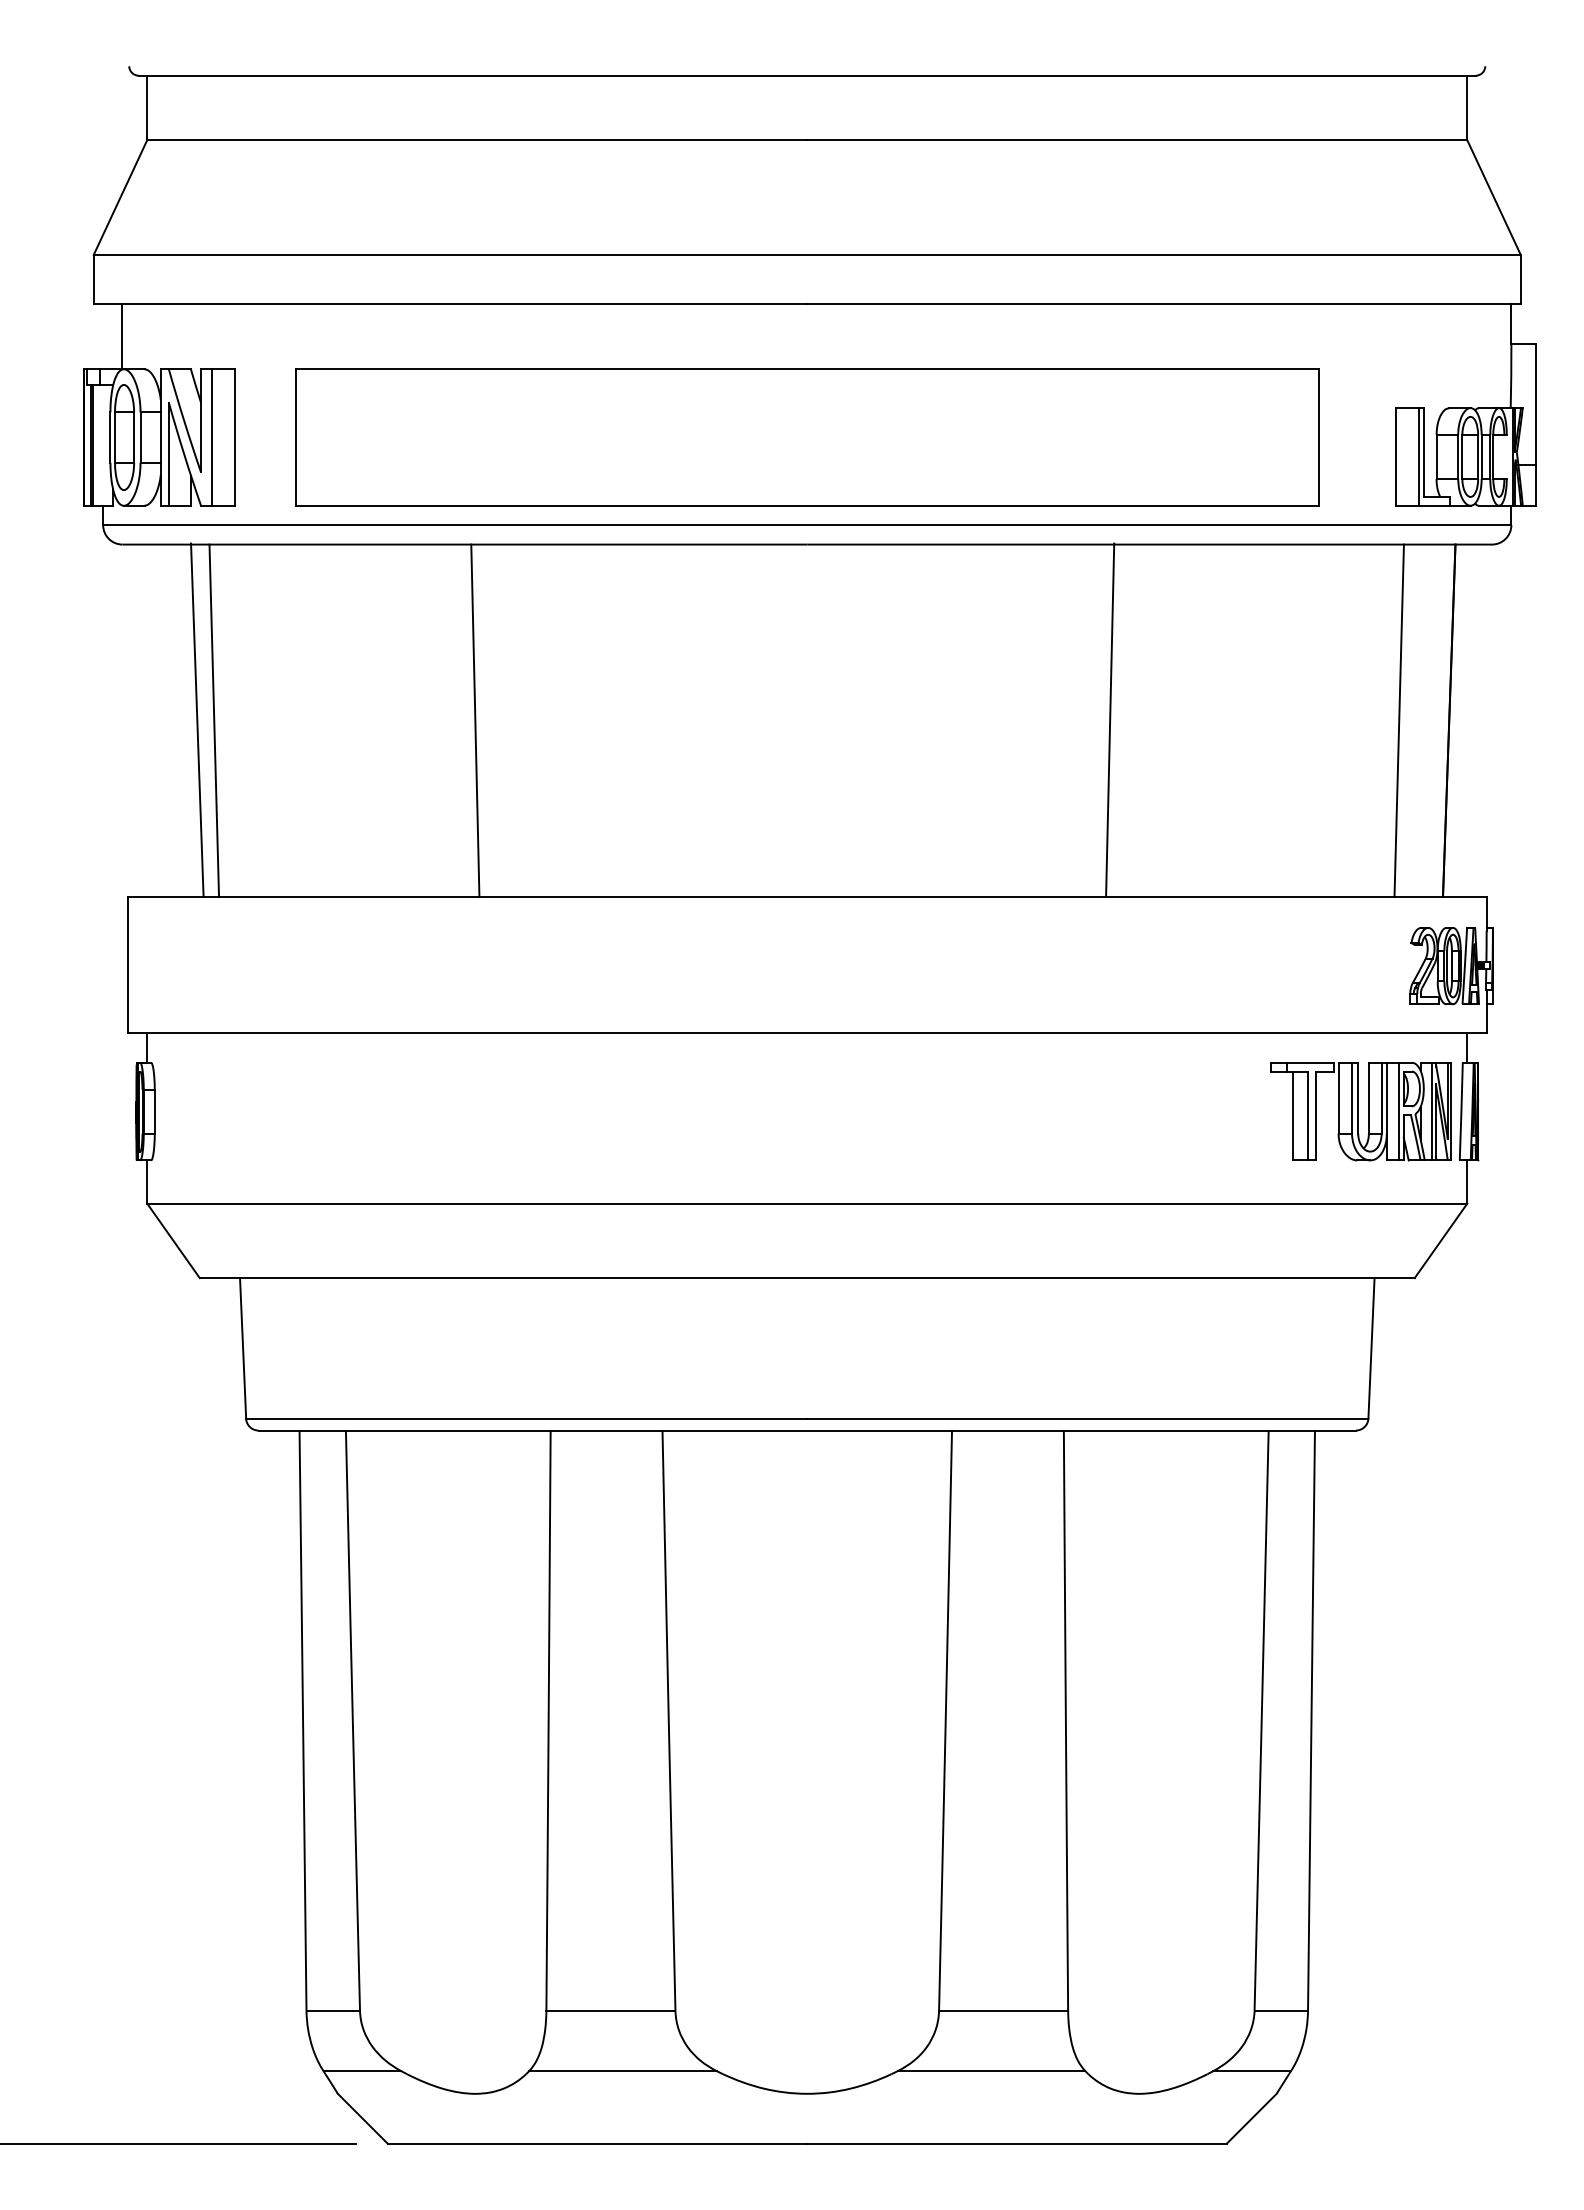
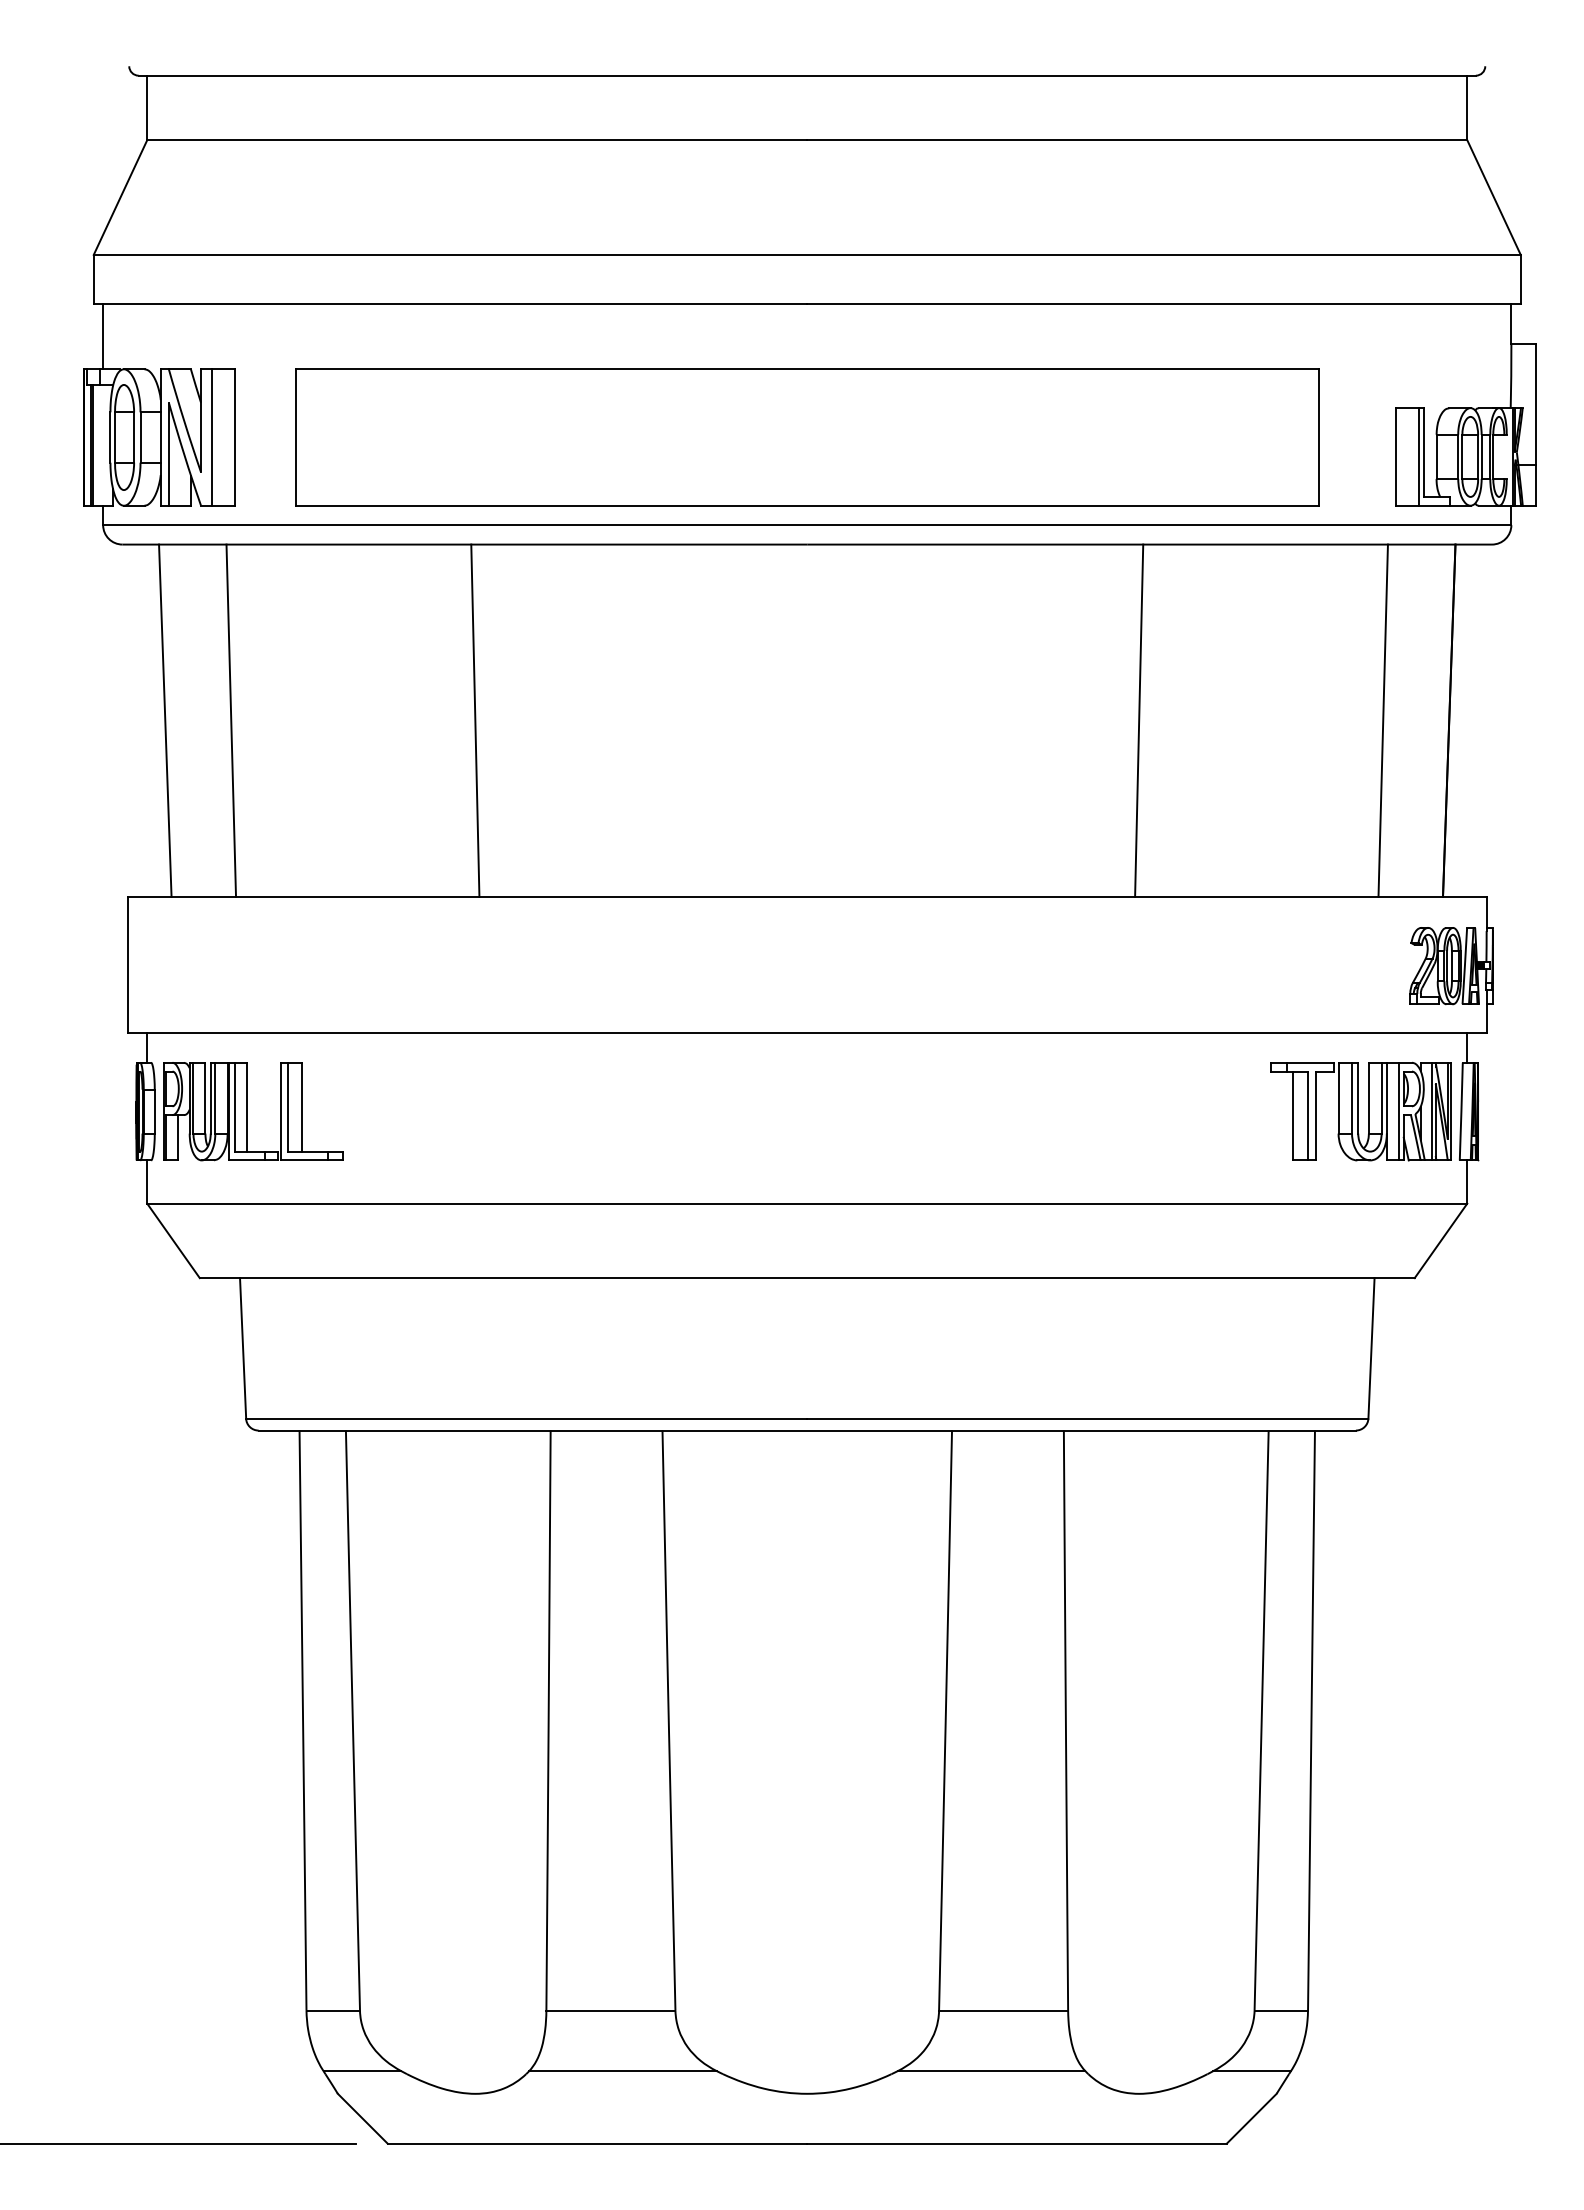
line at (122, 336) position: (122, 336) -> (103, 336)
line at (197, 719) position: (197, 719) -> (165, 720)
line at (1110, 719) position: (1110, 719) -> (1139, 720)
line at (214, 720) position: (214, 720) -> (231, 720)
line at (1398, 720) position: (1398, 720) -> (1382, 720)
part at (253, 1111): none -> present
